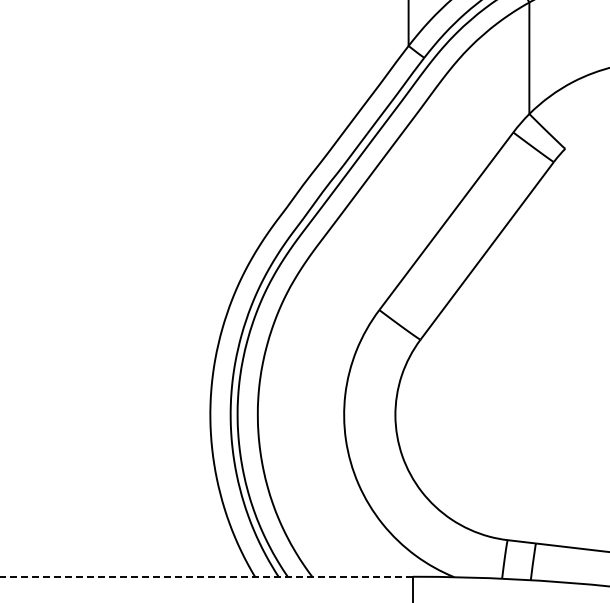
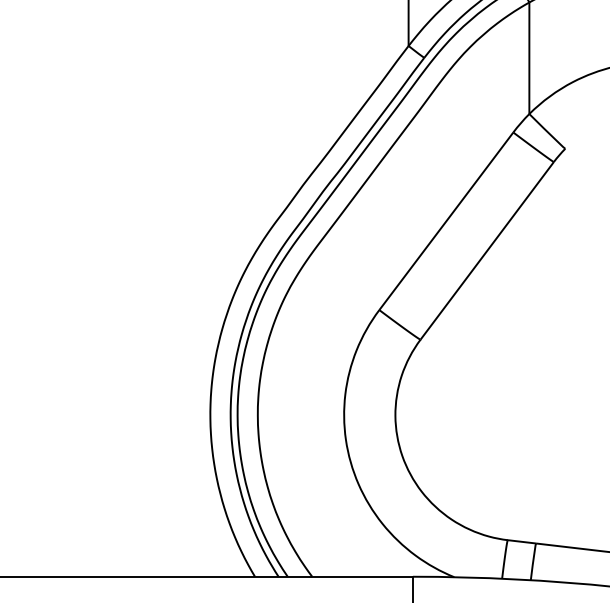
line at (206, 576): dashed -> solid
